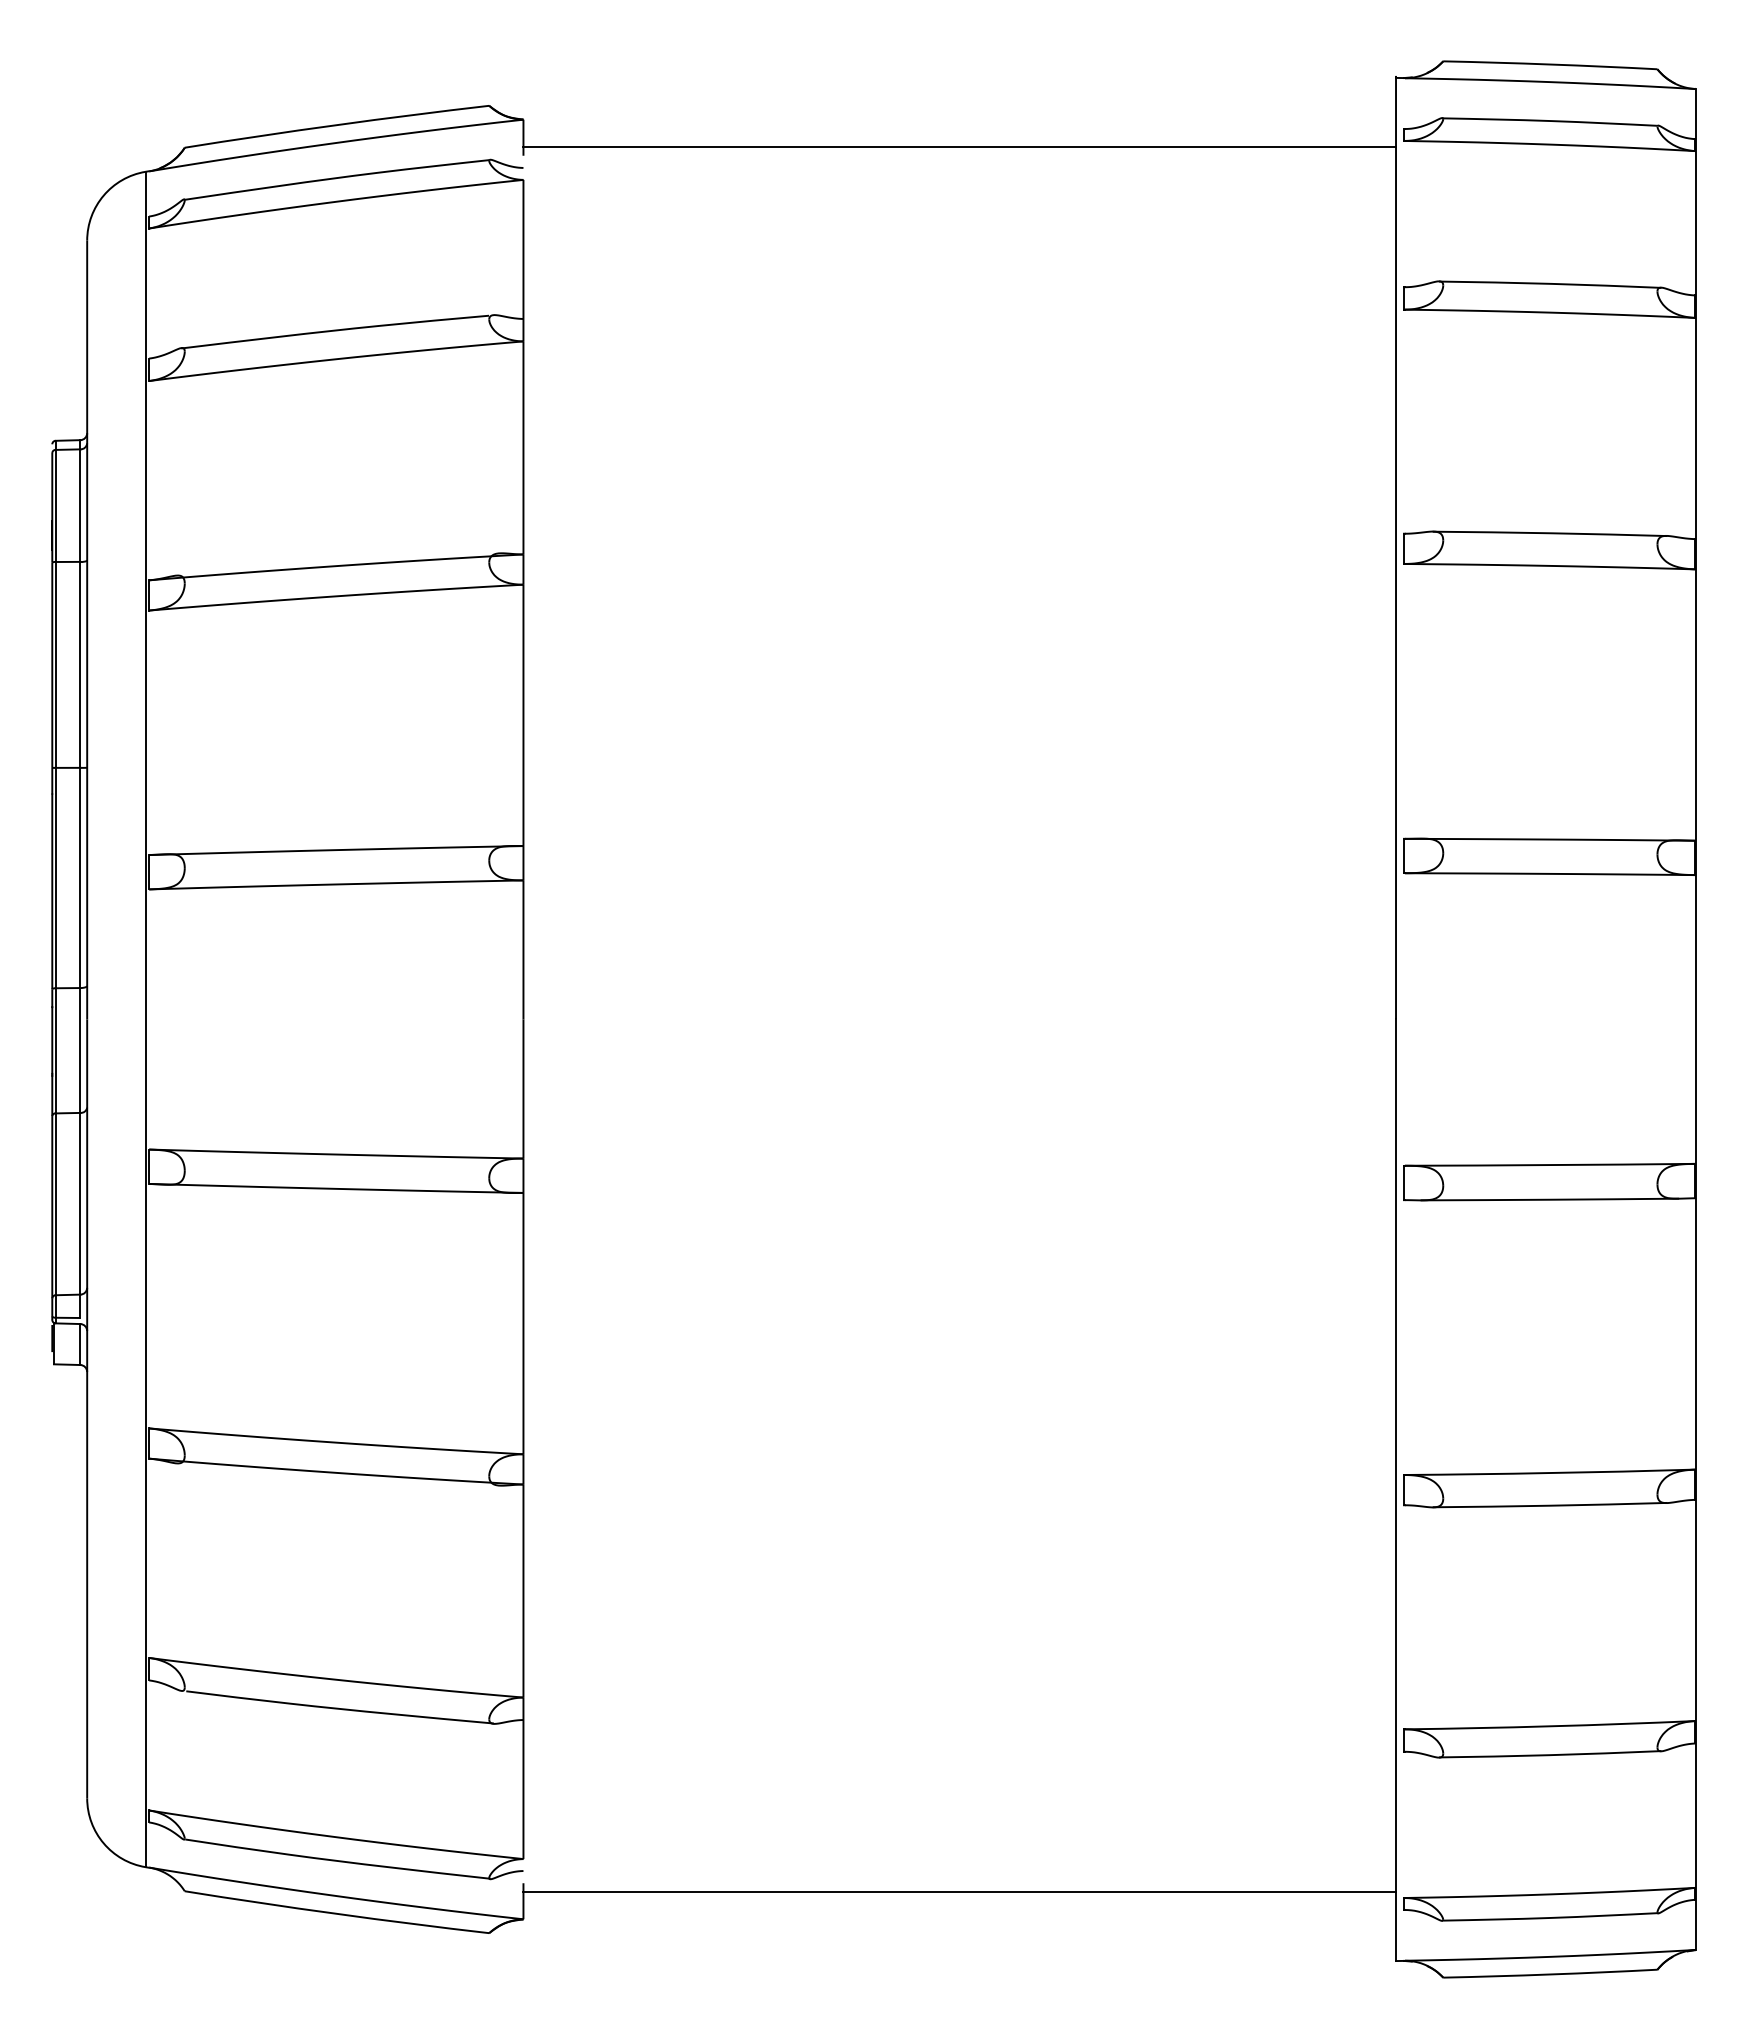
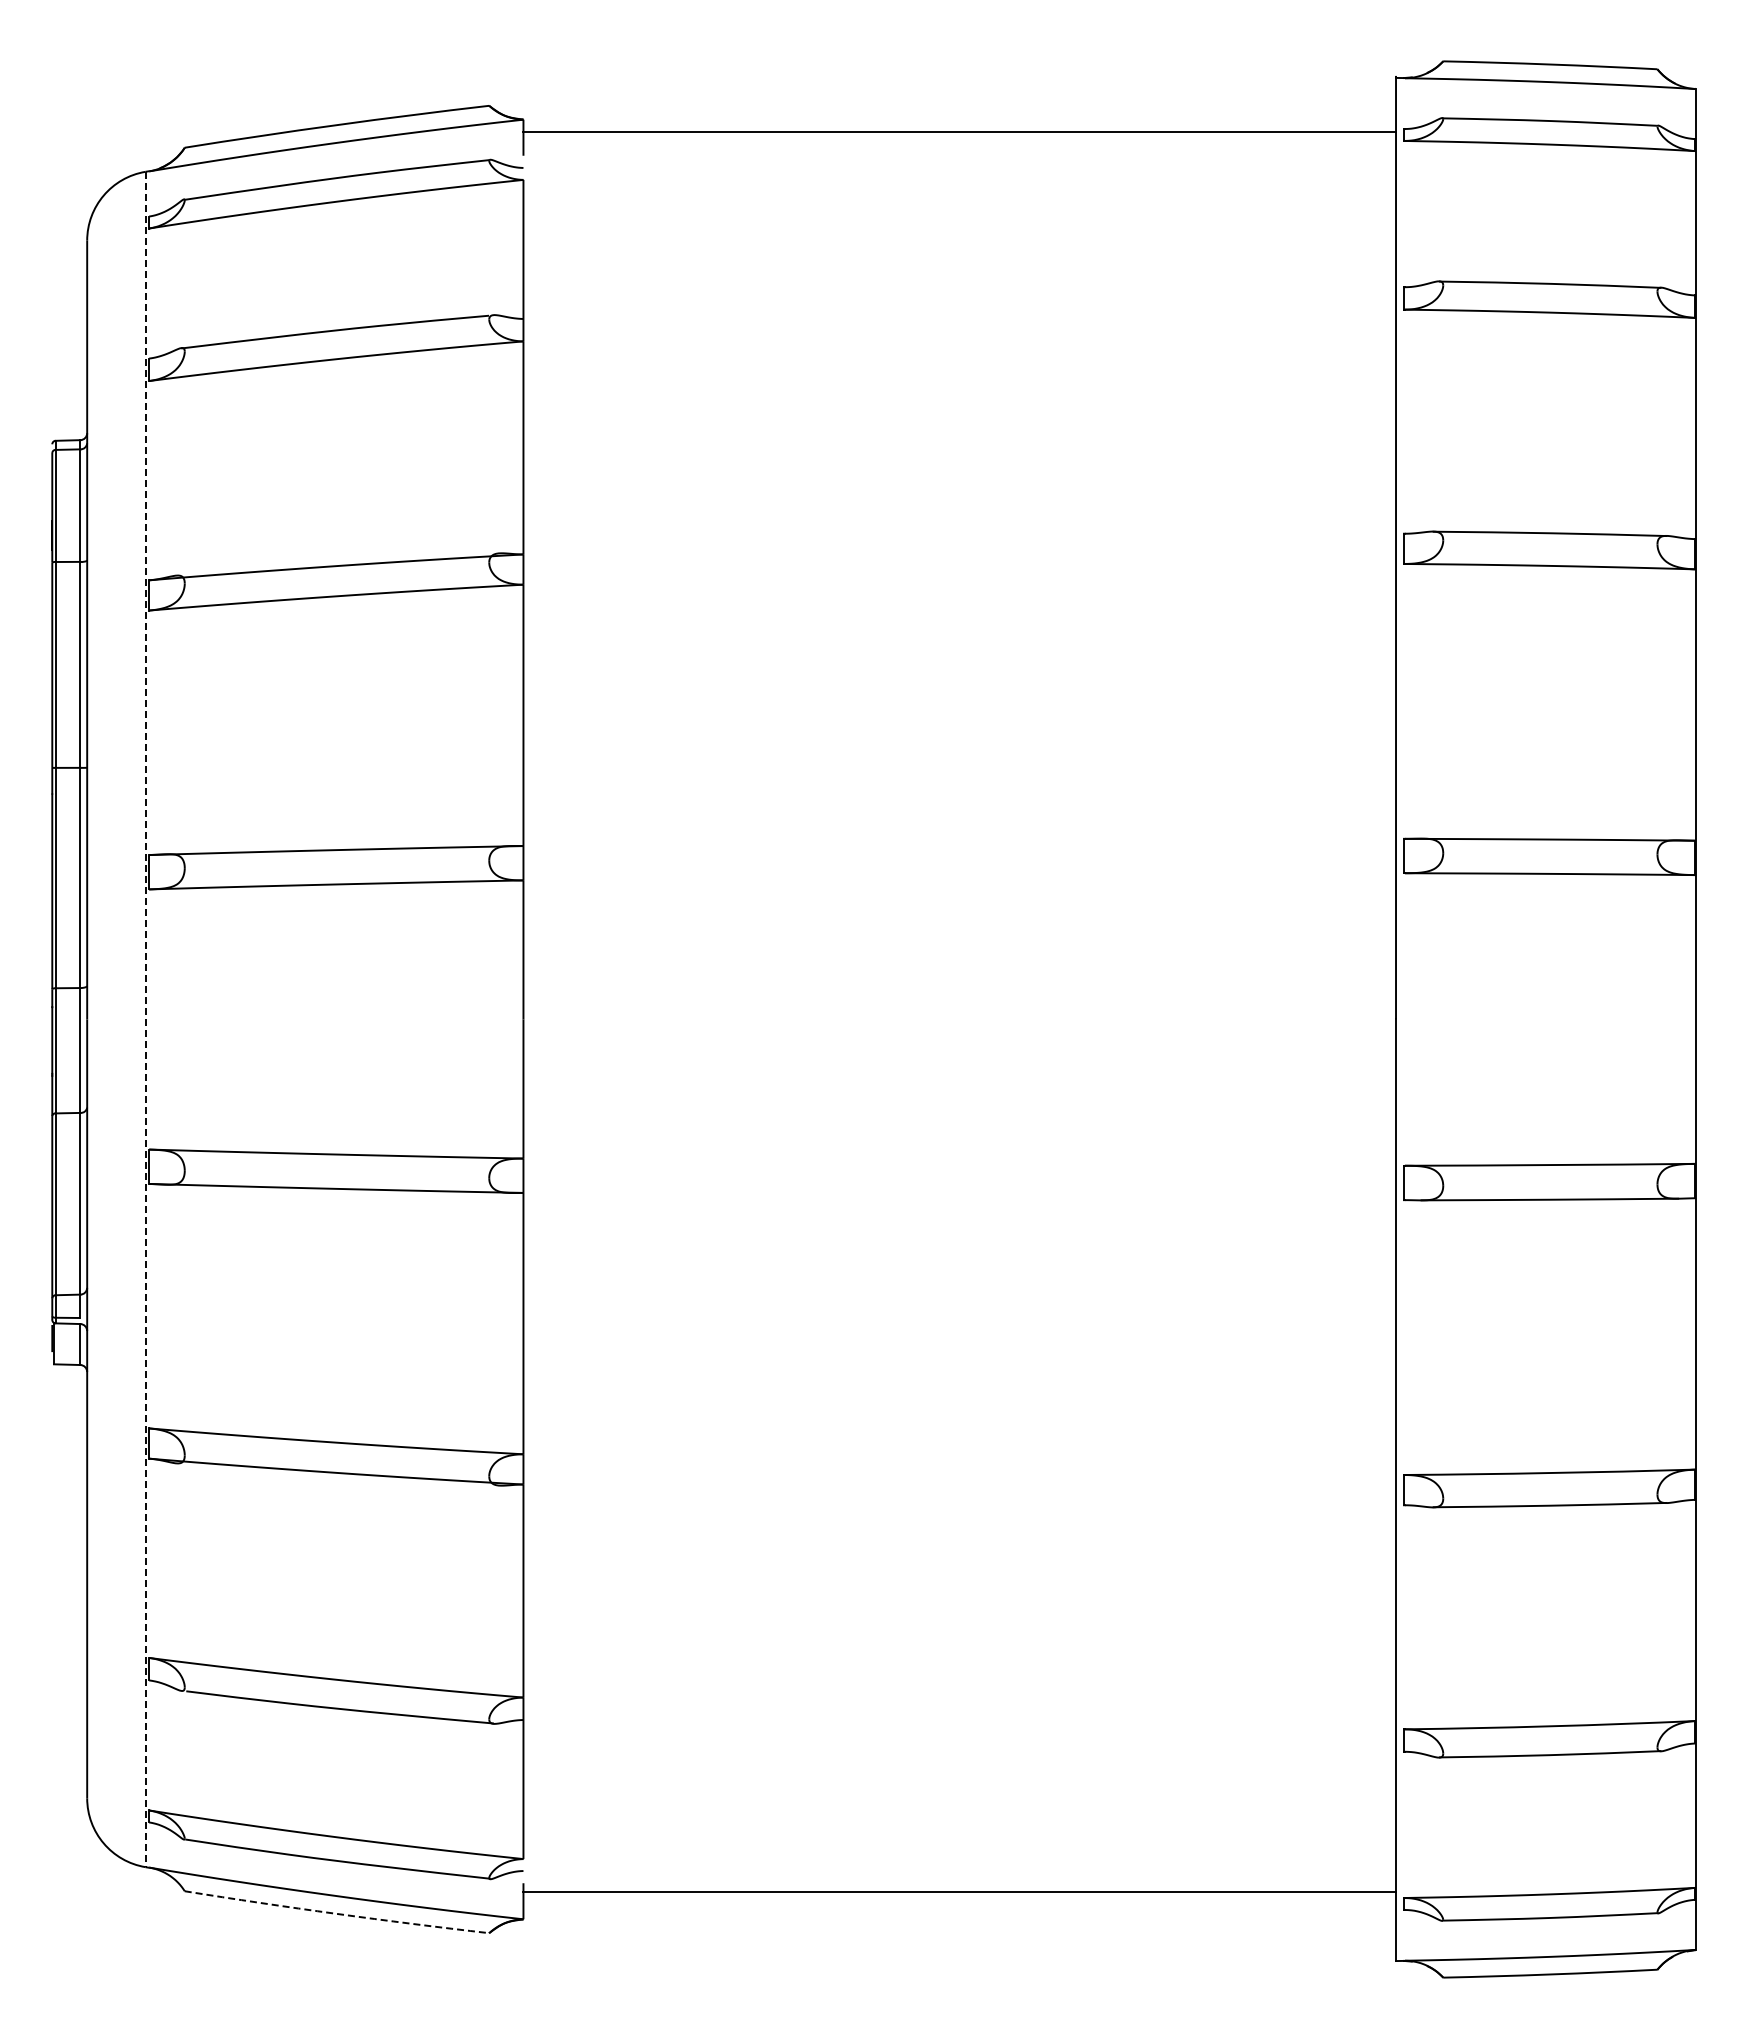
line at (959, 146) position: (959, 146) -> (959, 131)
line at (145, 1019): solid -> dashed
arc at (336, 1913): solid -> dashed
